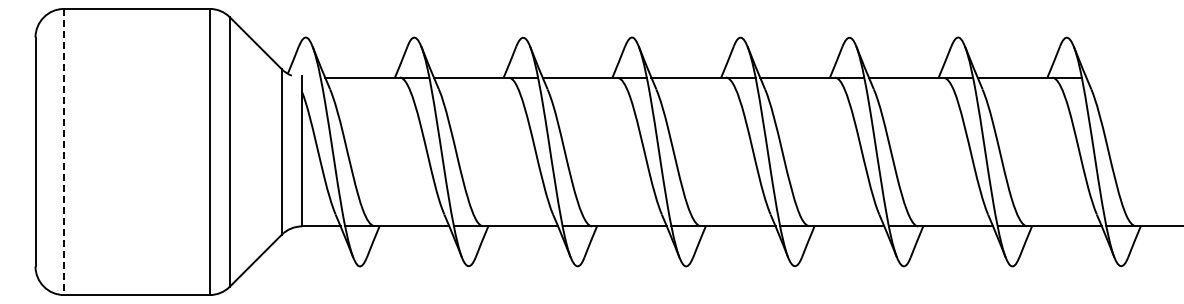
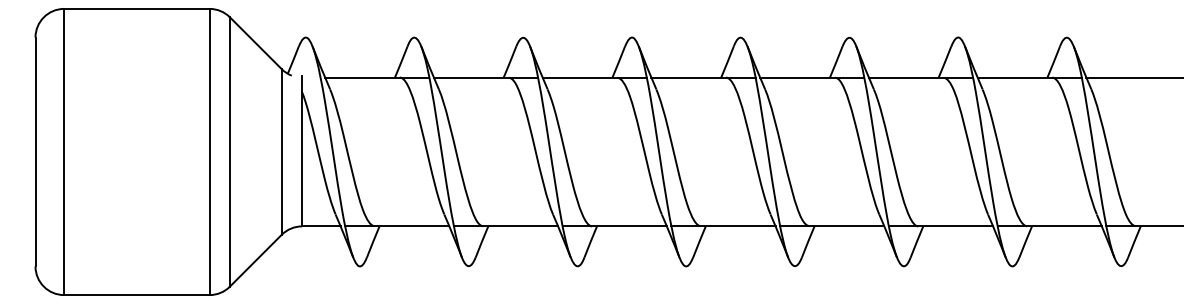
line at (1133, 77): none -> present
line at (64, 152): dashed -> solid
